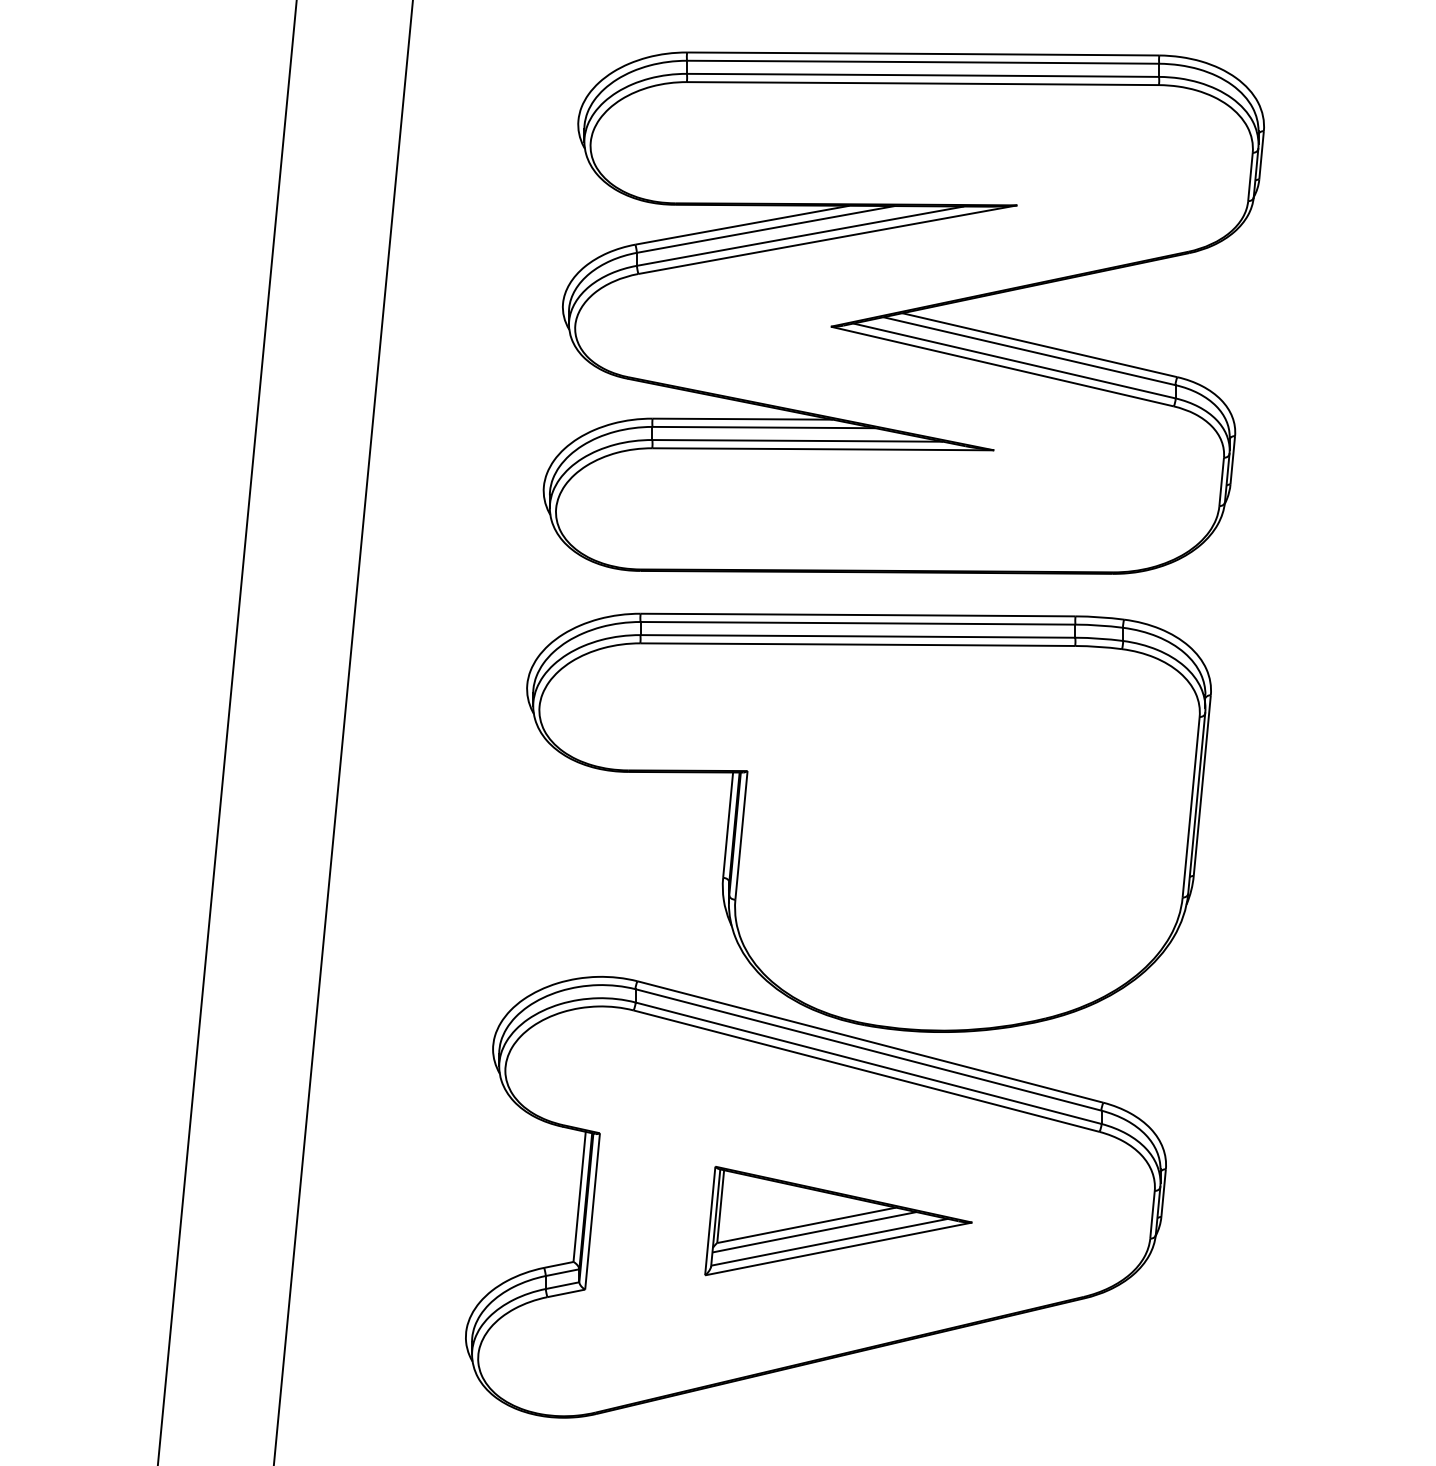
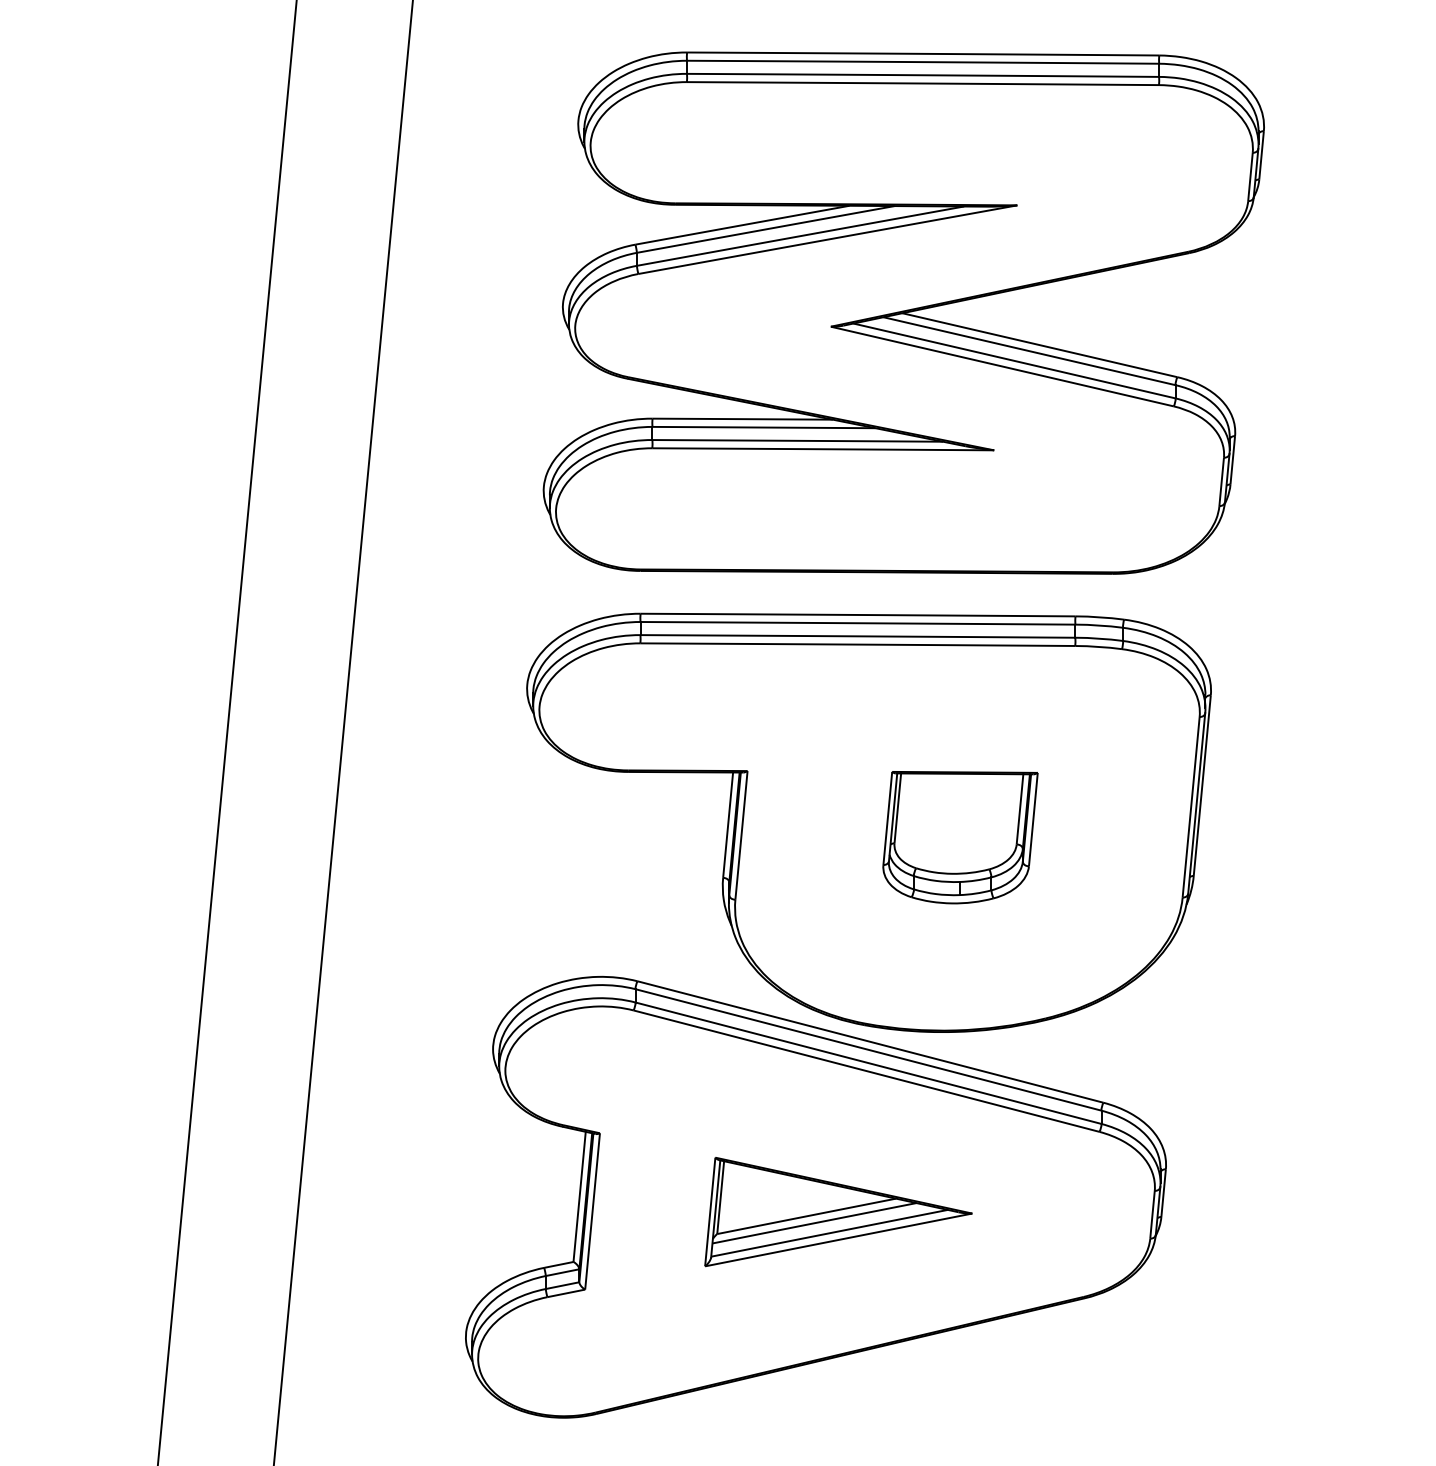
part at (960, 837): none -> present
part at (838, 1221) position: (838, 1221) -> (838, 1212)
